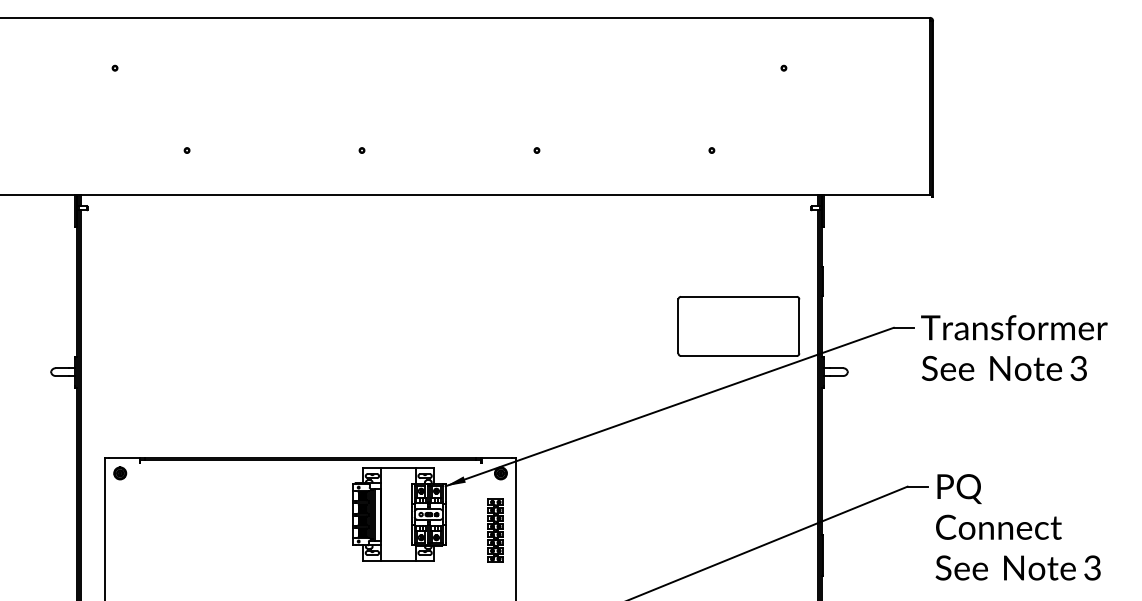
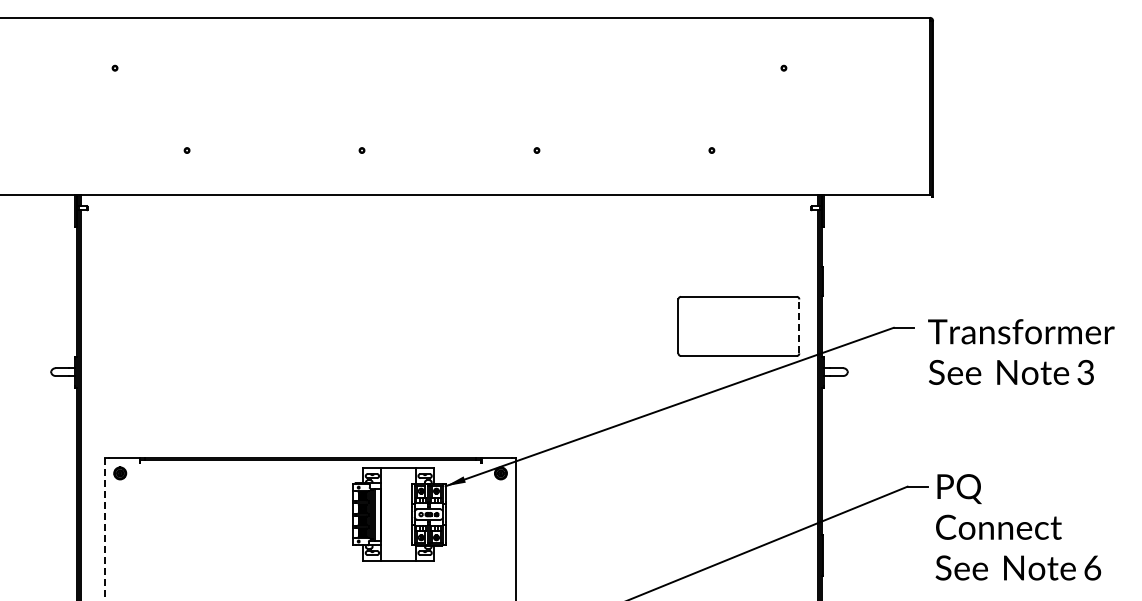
line at (799, 325): solid -> dashed
text at (1014, 347) position: (1014, 347) -> (1021, 351)
line at (104, 528): solid -> dashed
part at (495, 530): present -> none
text at (1092, 567): 3 -> 6
